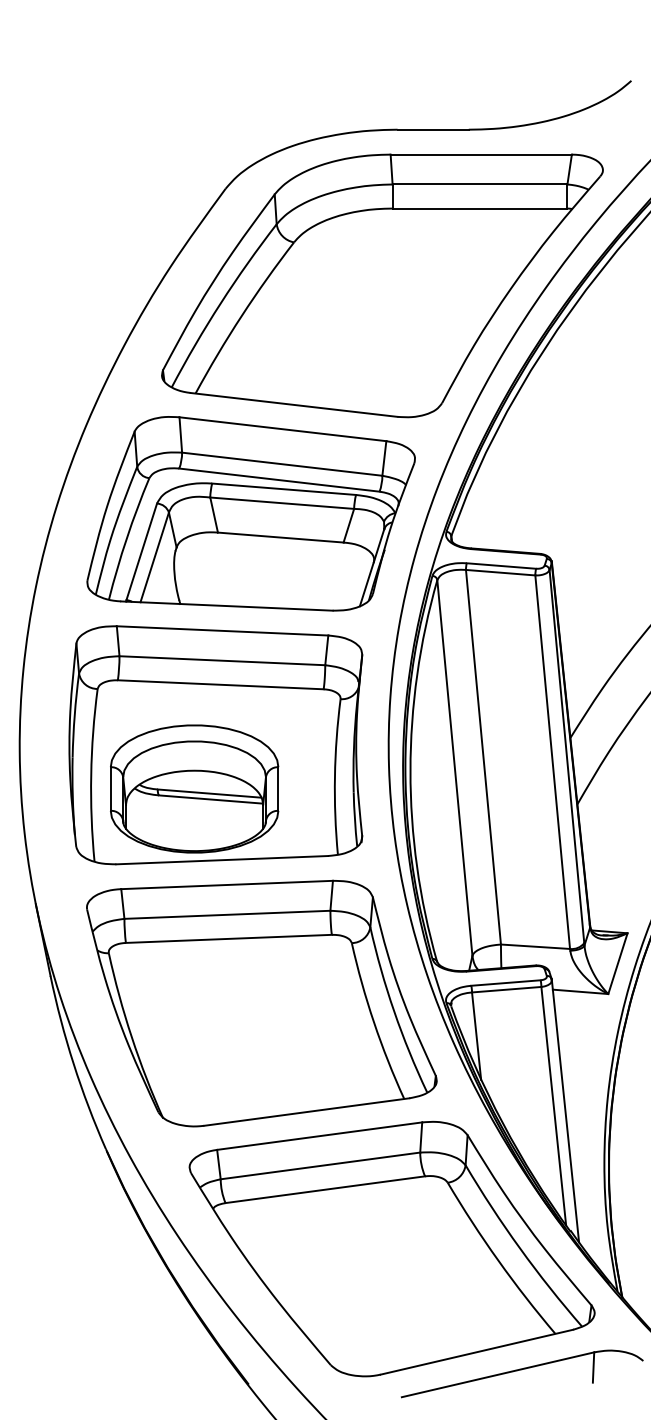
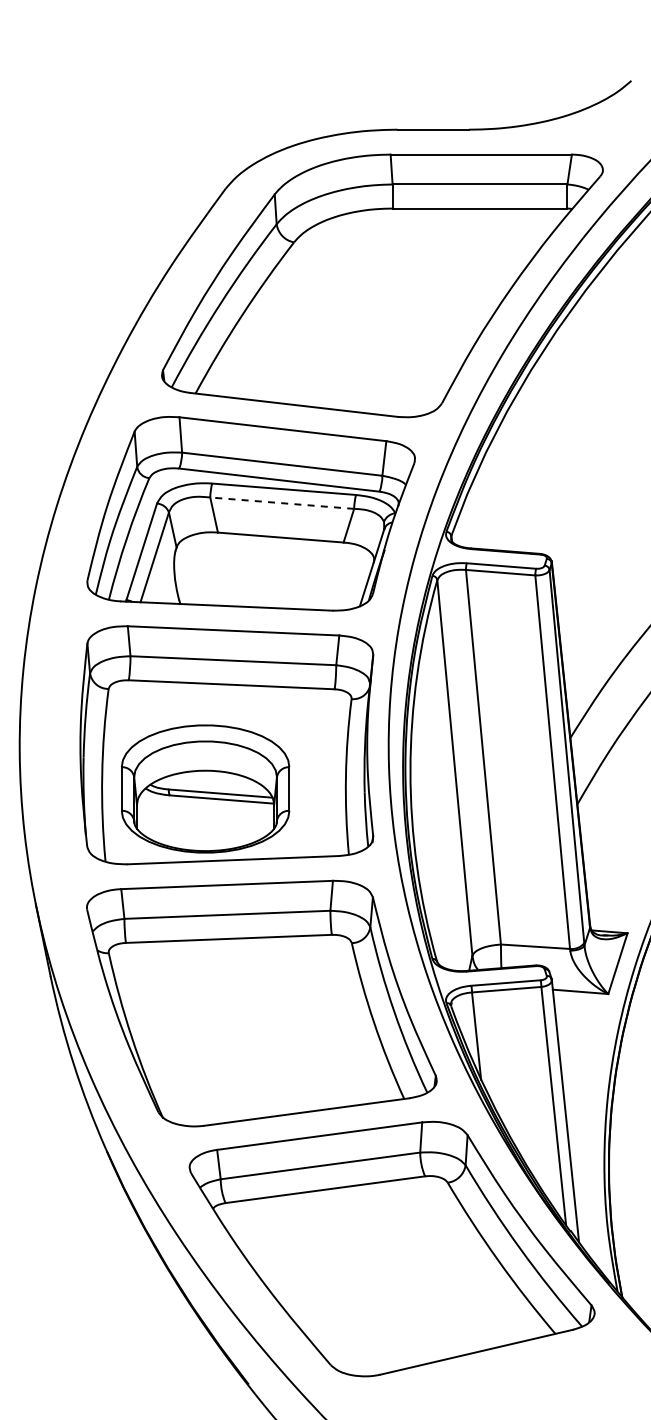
line at (281, 503): solid -> dashed
part at (215, 745) position: (215, 745) -> (226, 745)
part at (521, 1373): present -> none
